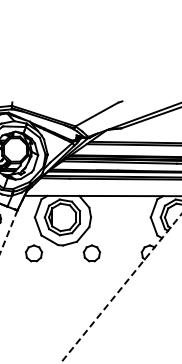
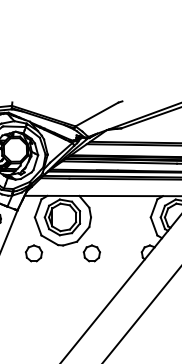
line at (8, 232): dashed -> solid
line at (120, 288): dashed -> solid
line at (141, 314): none -> present
